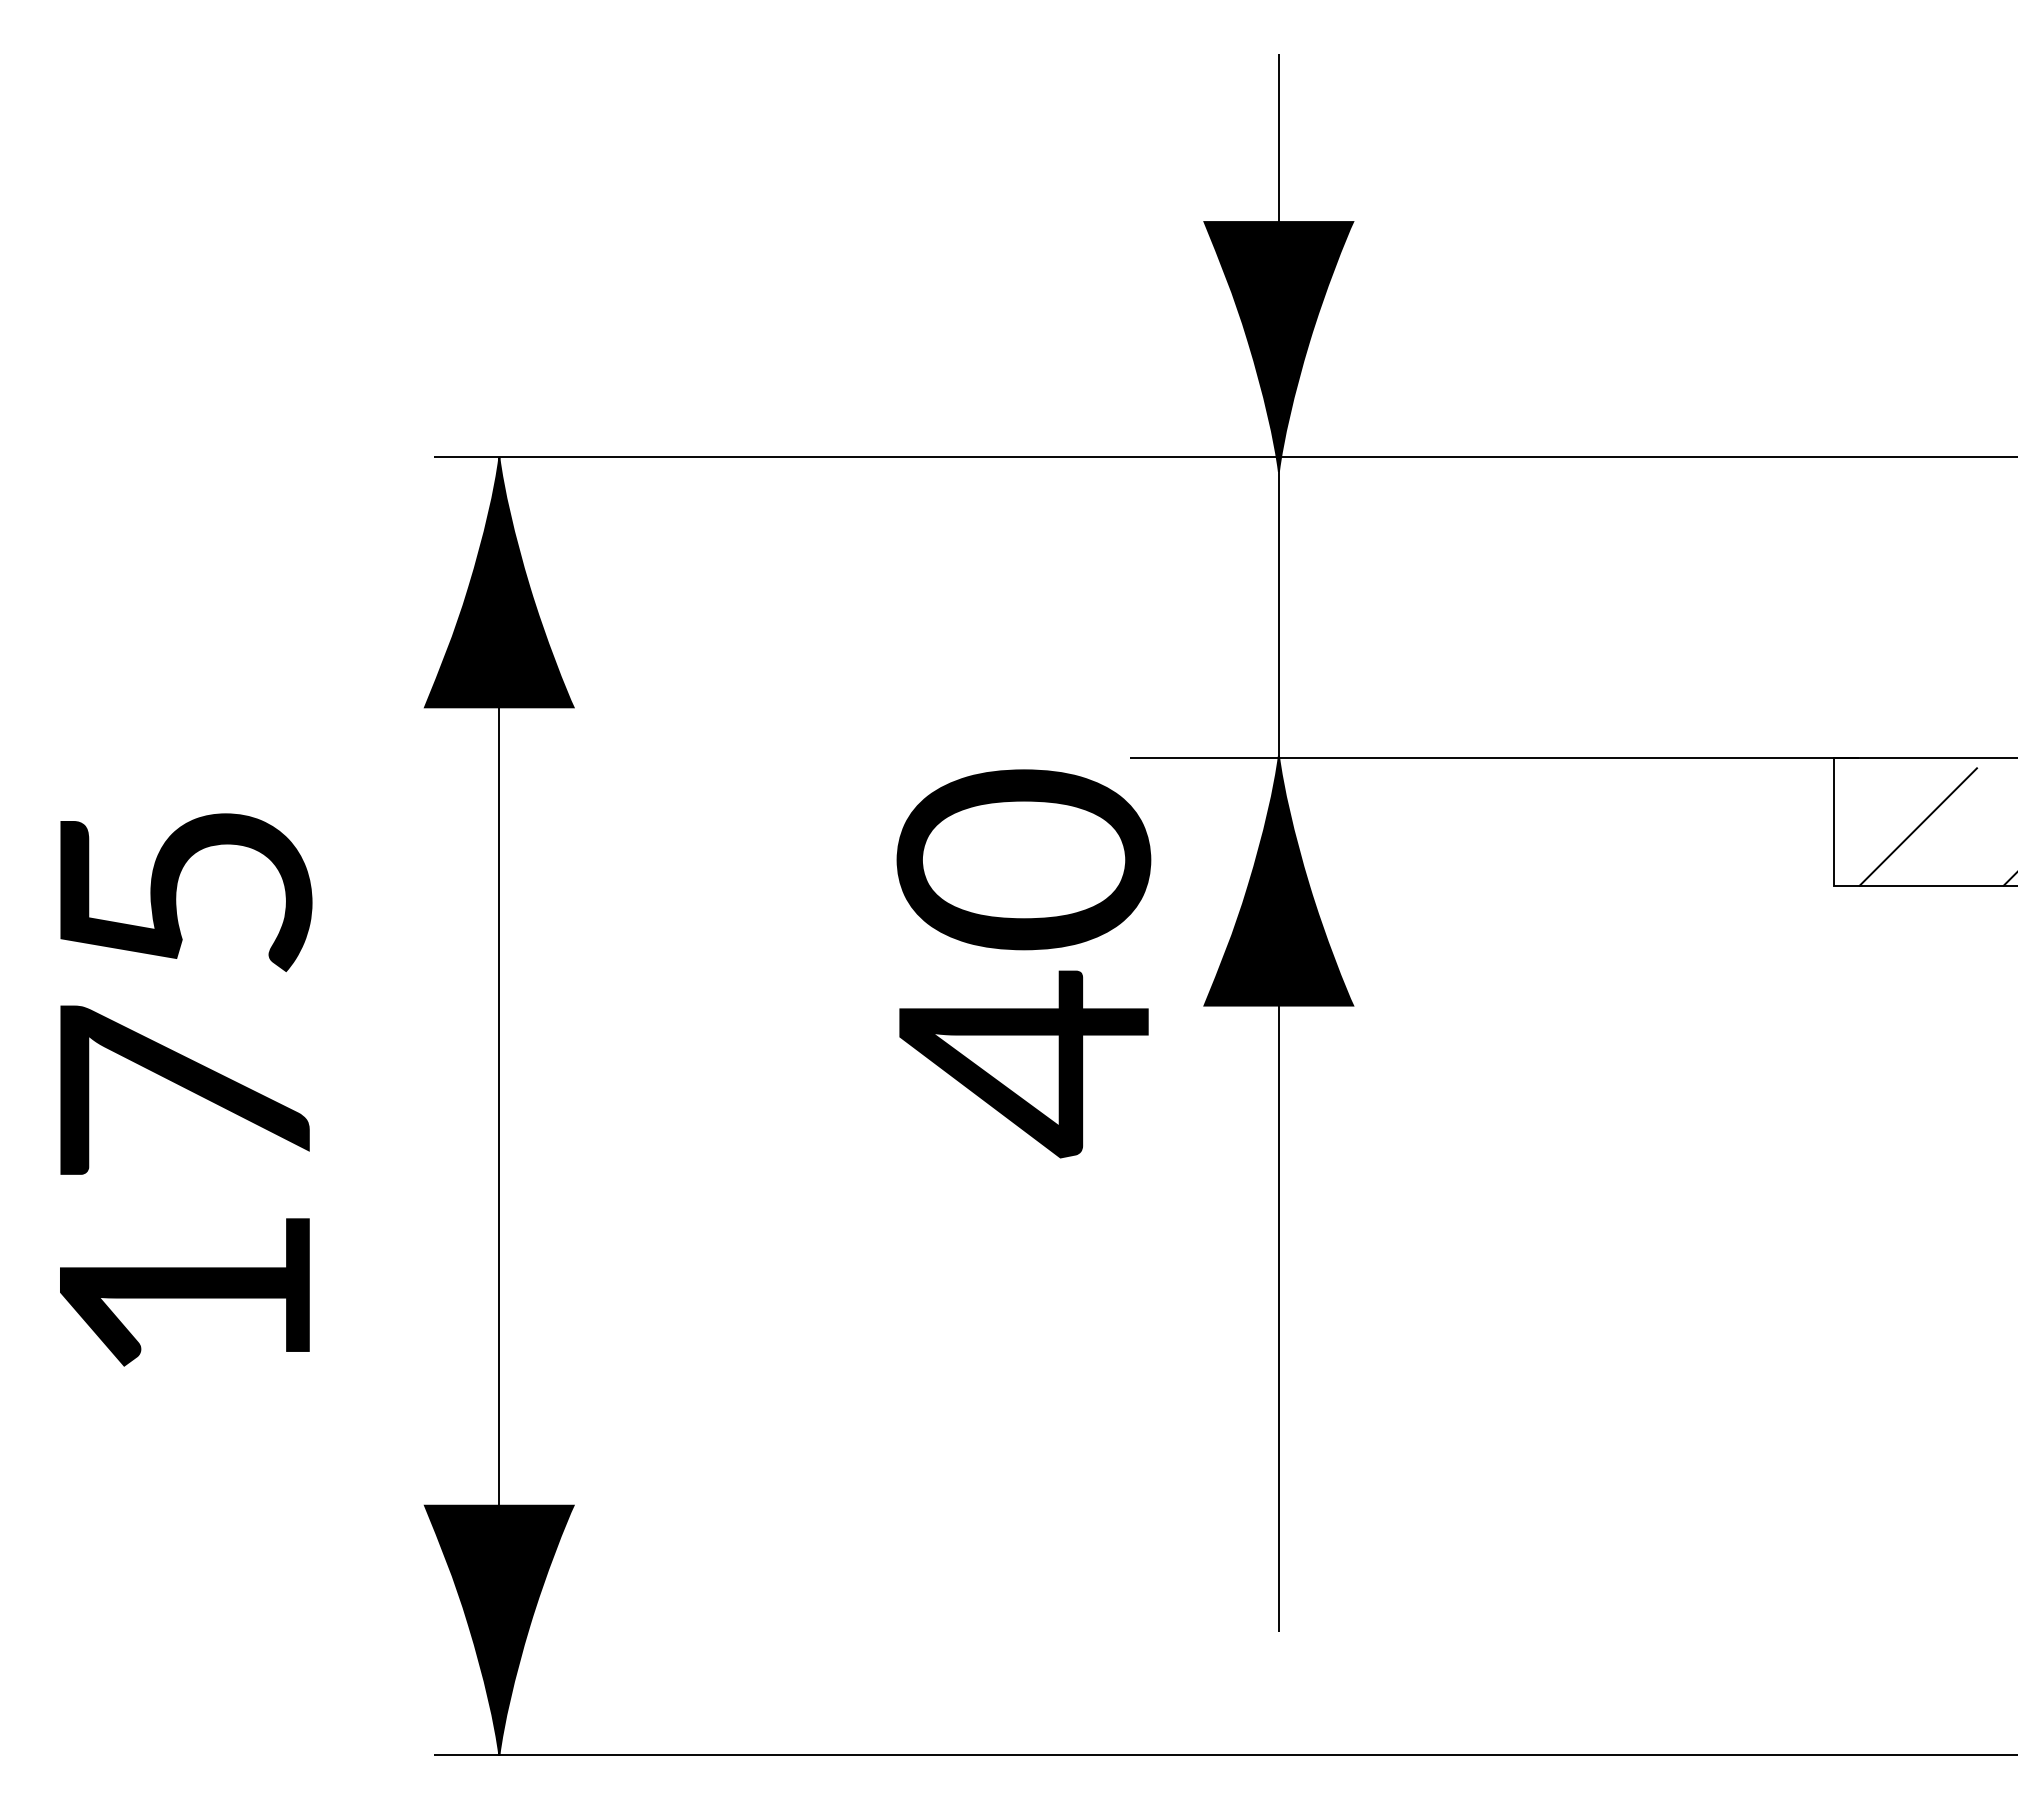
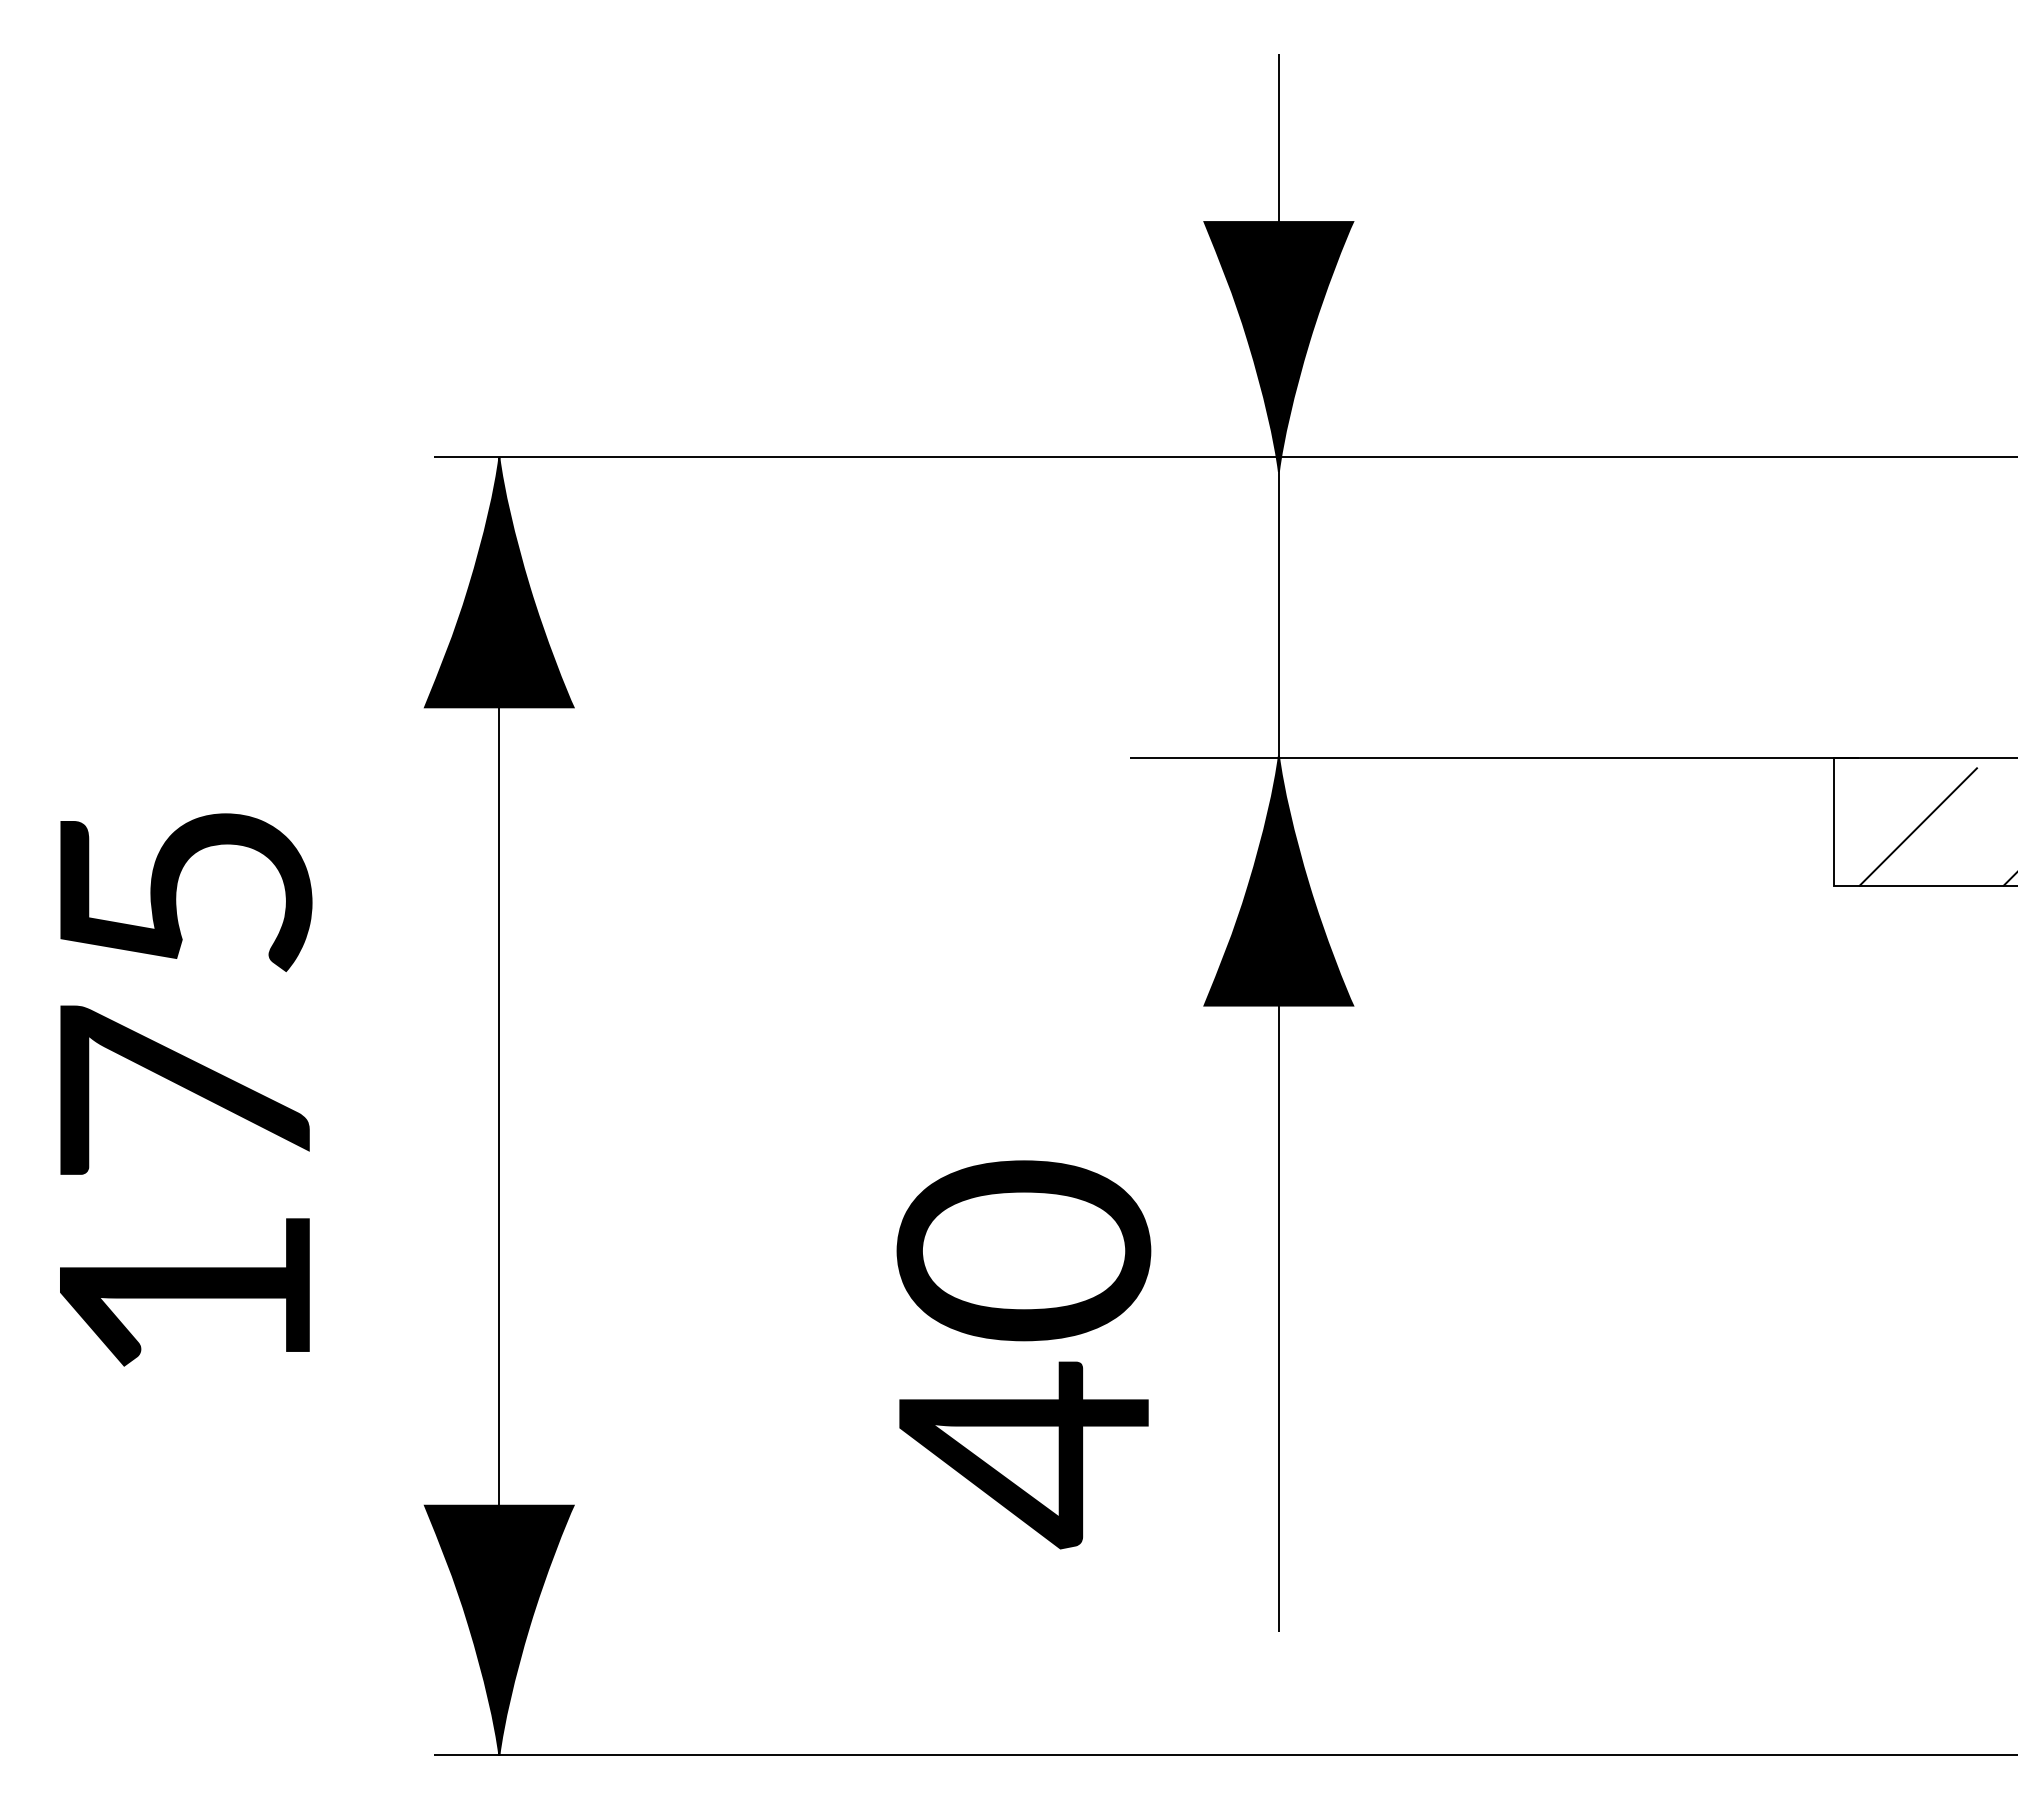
text at (1023, 963) position: (1023, 963) -> (1023, 1354)
